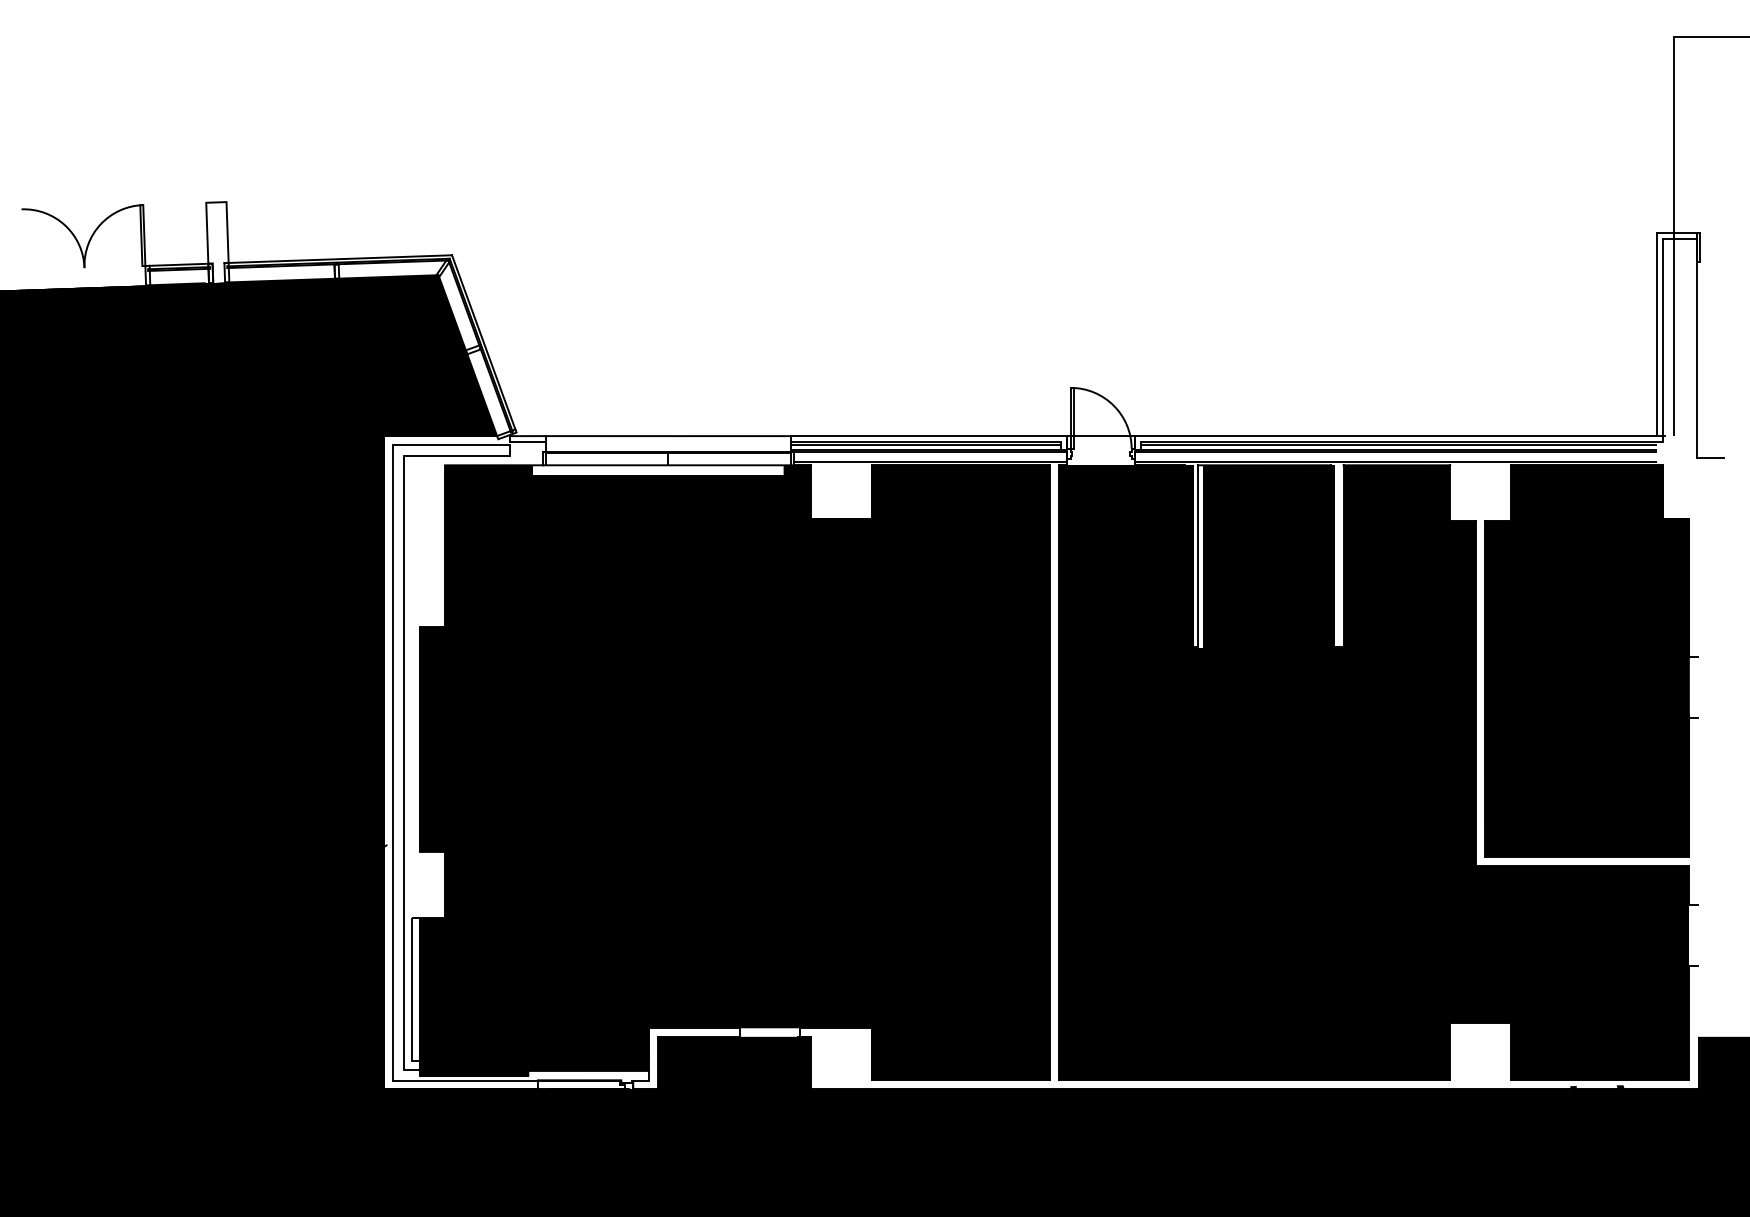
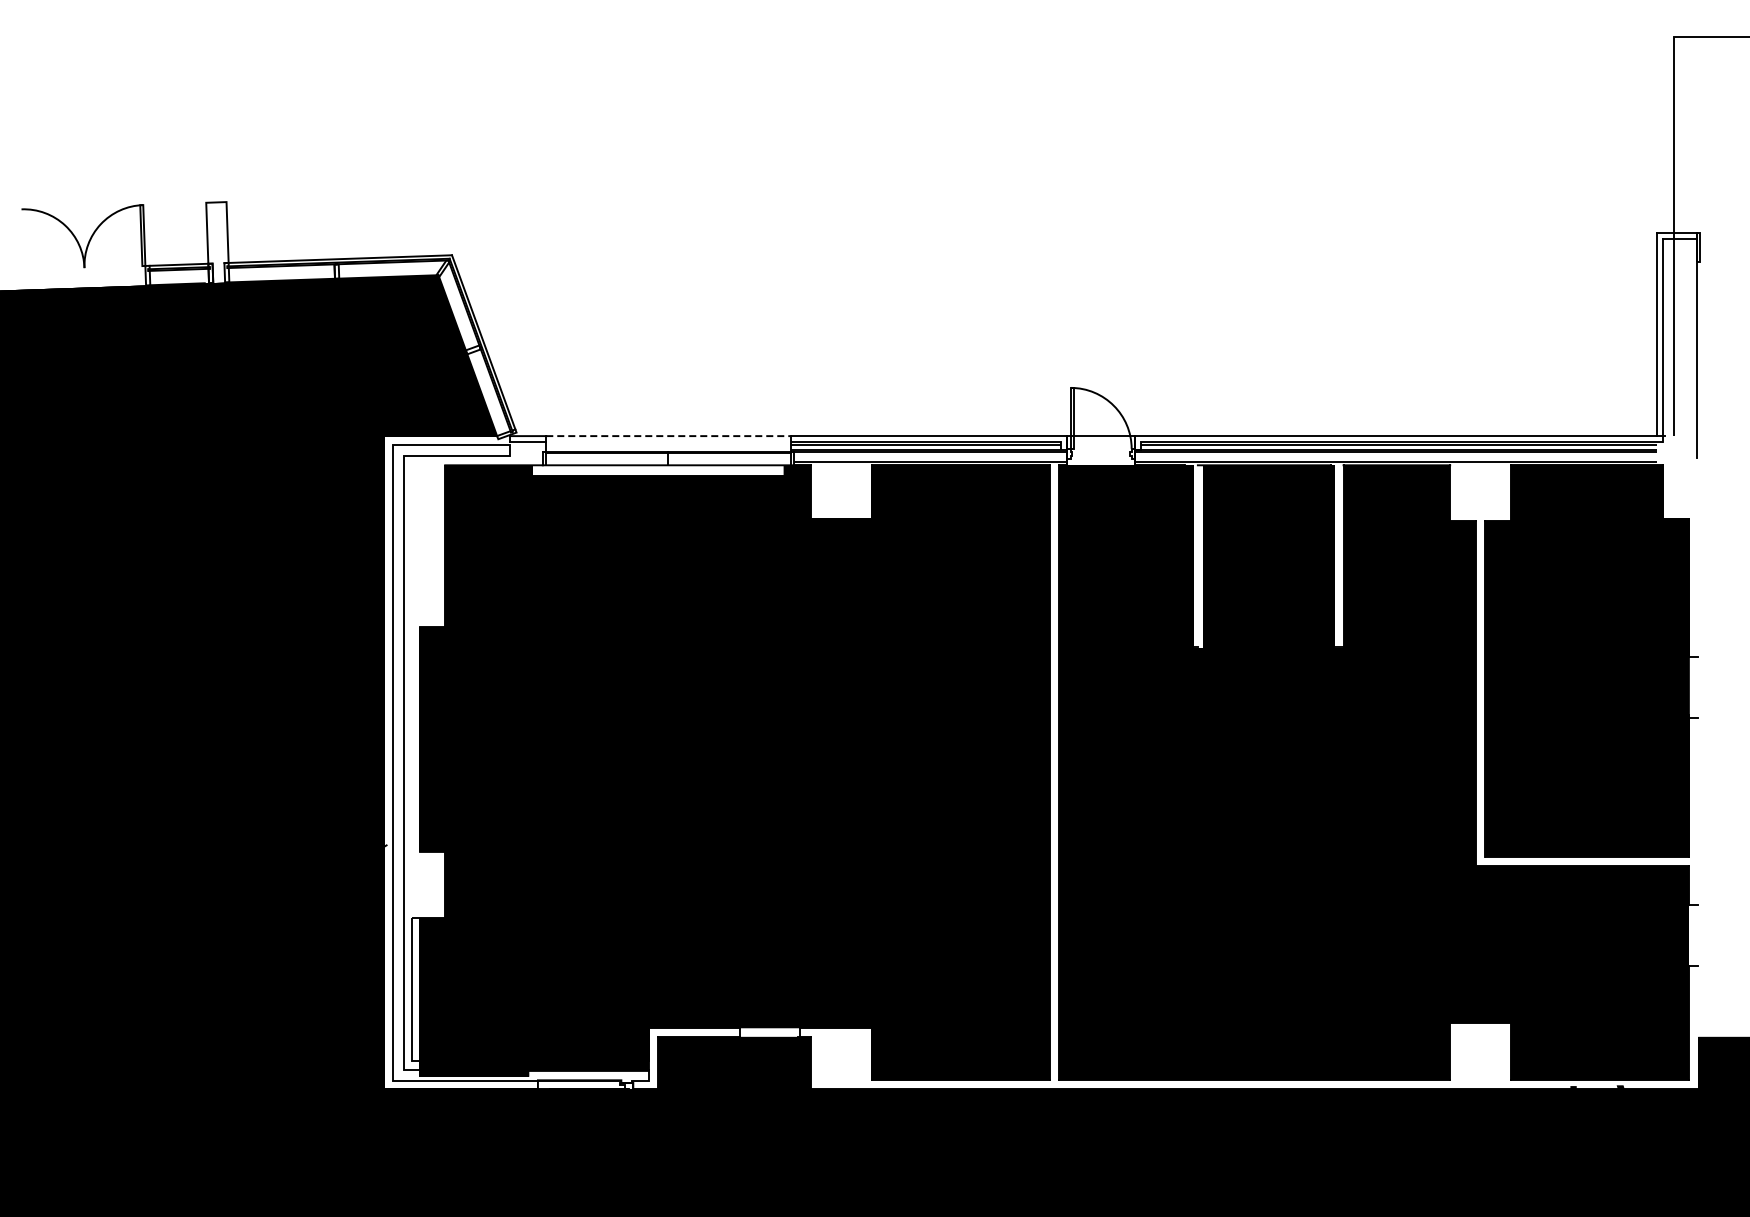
line at (668, 436): solid -> dashed
line at (1710, 457): present -> none
line at (1197, 555): present -> none
